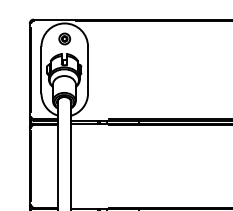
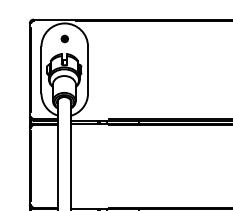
part at (64, 38) size: 14x14 px -> 9x10 px
